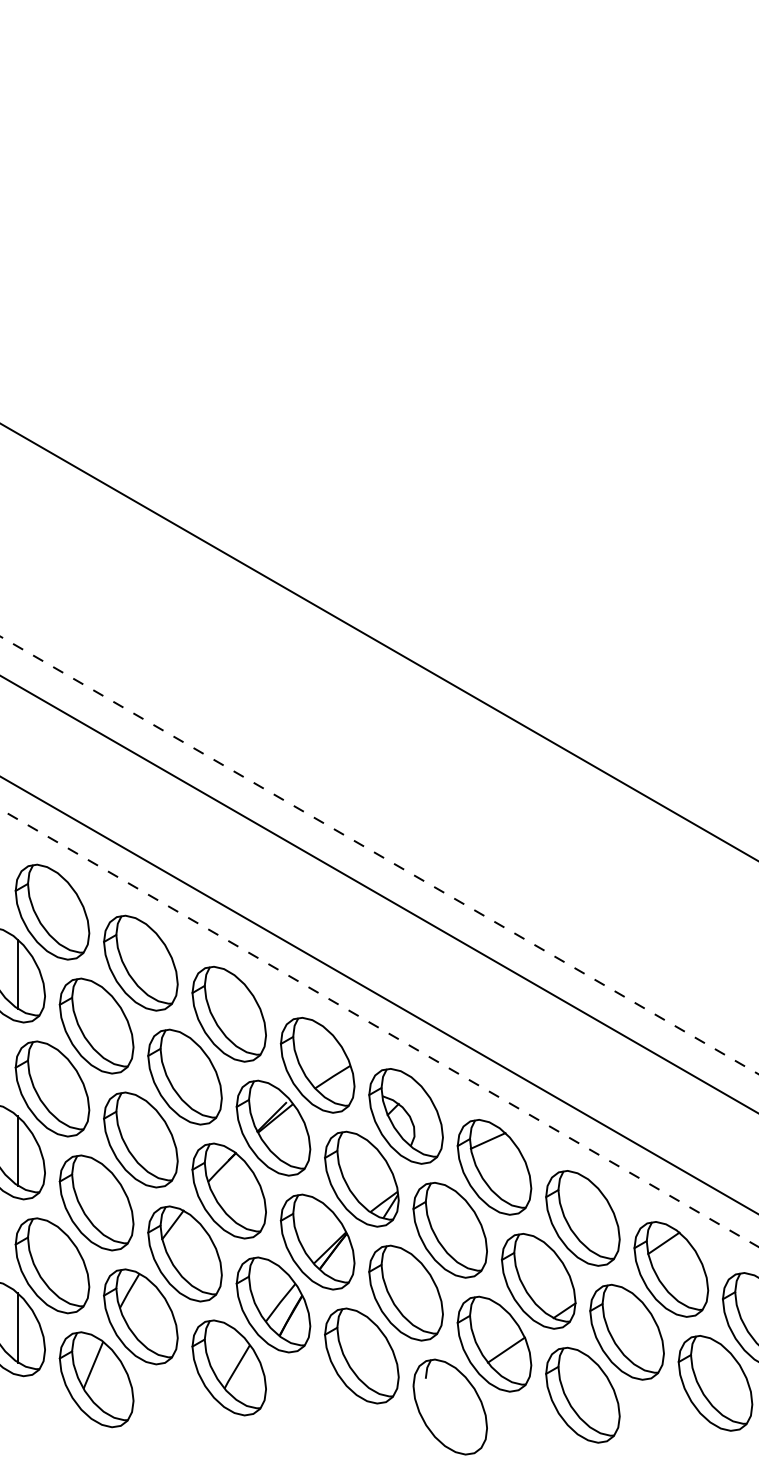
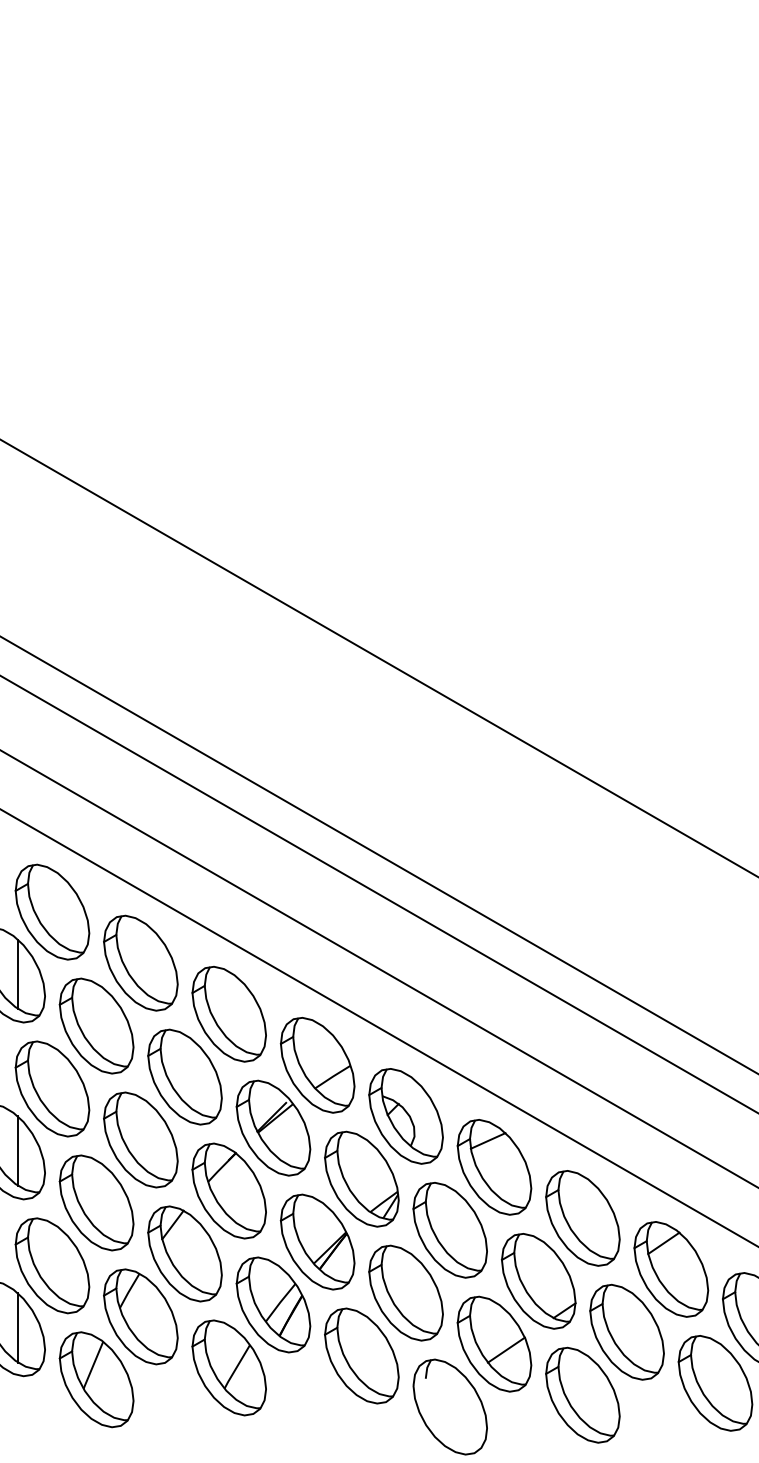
line at (378, 641) position: (378, 641) -> (378, 657)
line at (379, 855): dashed -> solid
line at (378, 995) position: (378, 995) -> (378, 968)
line at (379, 1028): dashed -> solid
